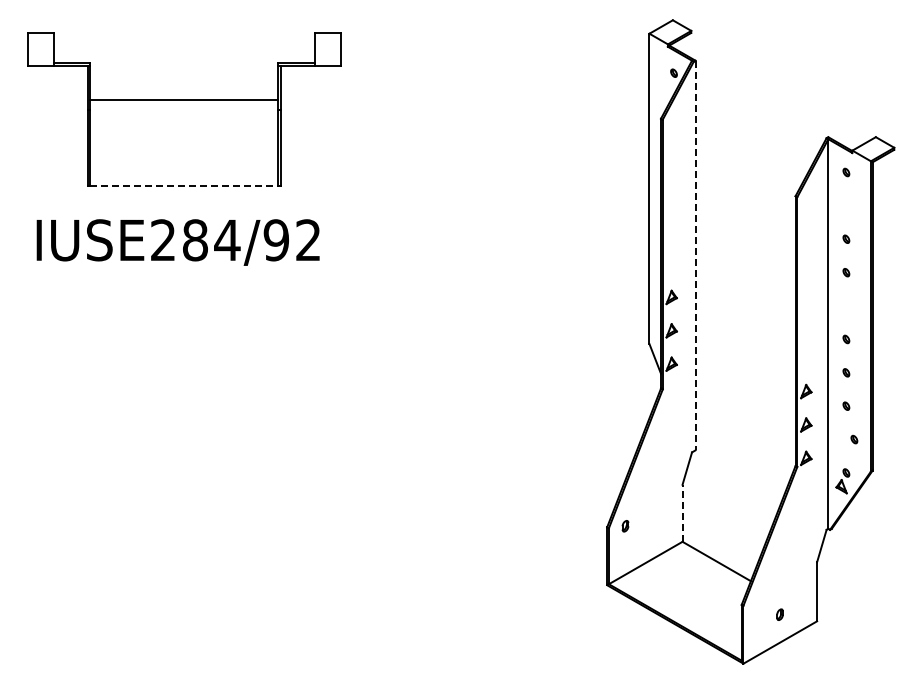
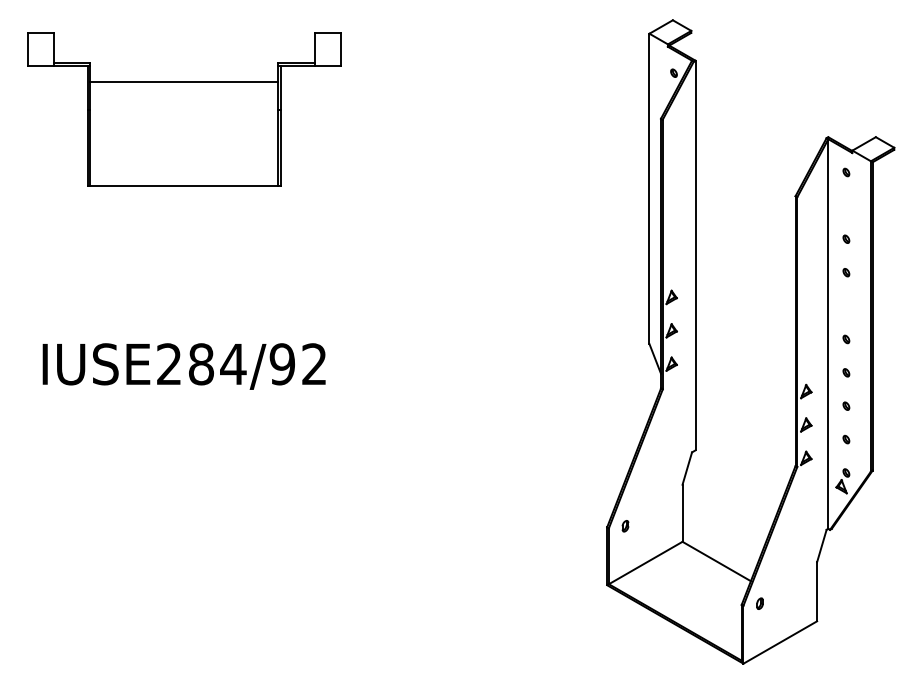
line at (184, 99) position: (184, 99) -> (184, 81)
line at (184, 185): dashed -> solid
text at (177, 242) position: (177, 242) -> (183, 366)
line at (695, 255): dashed -> solid
part at (854, 439) position: (854, 439) -> (846, 439)
line at (682, 513): dashed -> solid
part at (779, 614) position: (779, 614) -> (759, 603)
